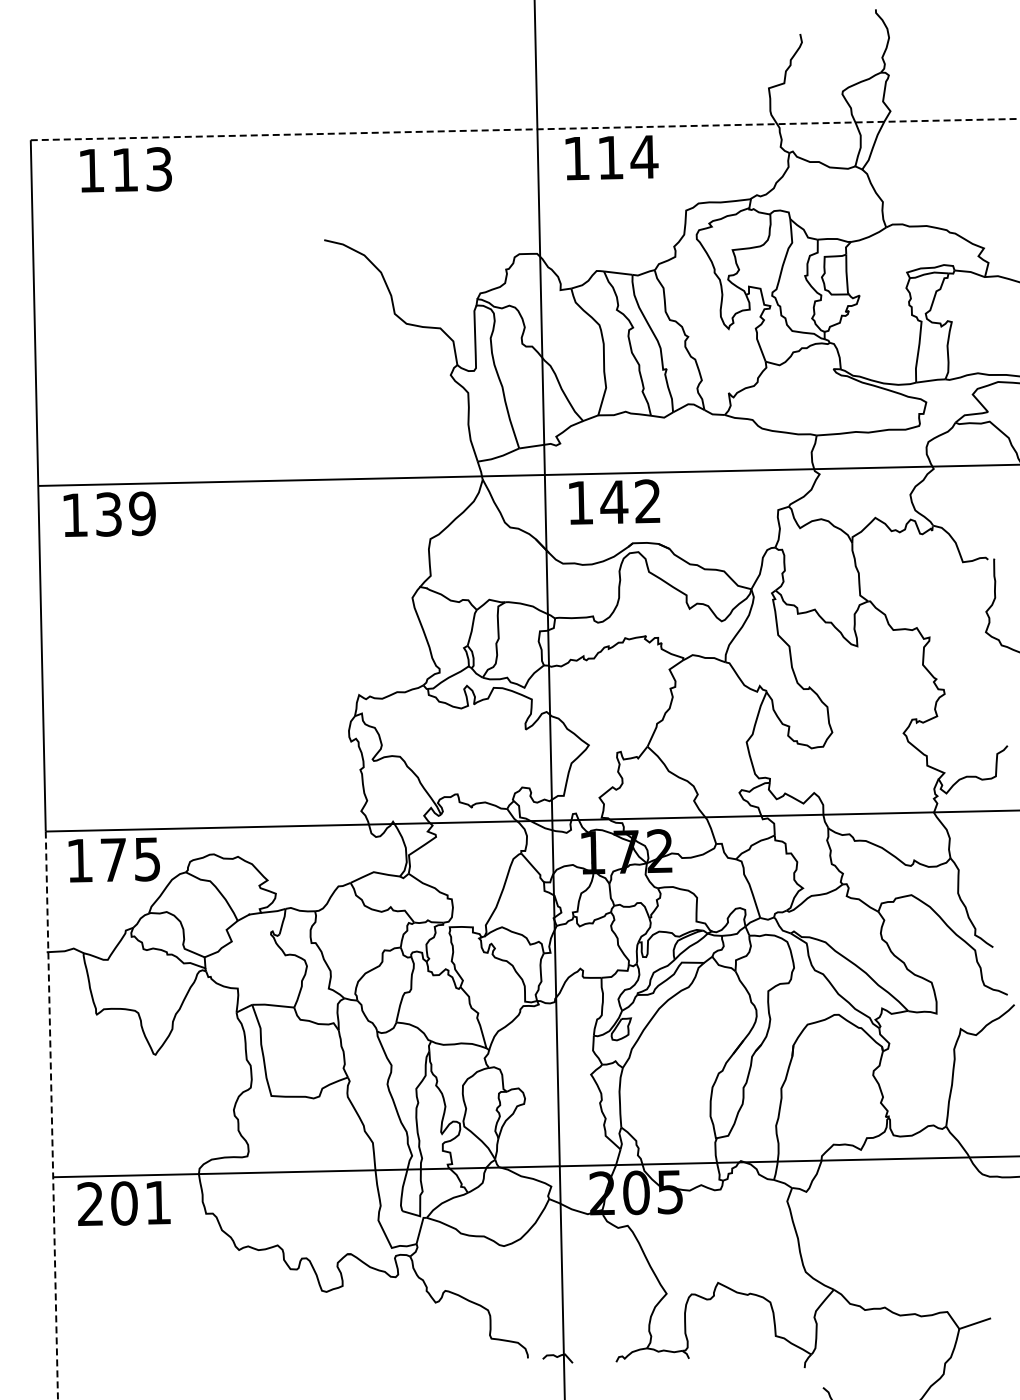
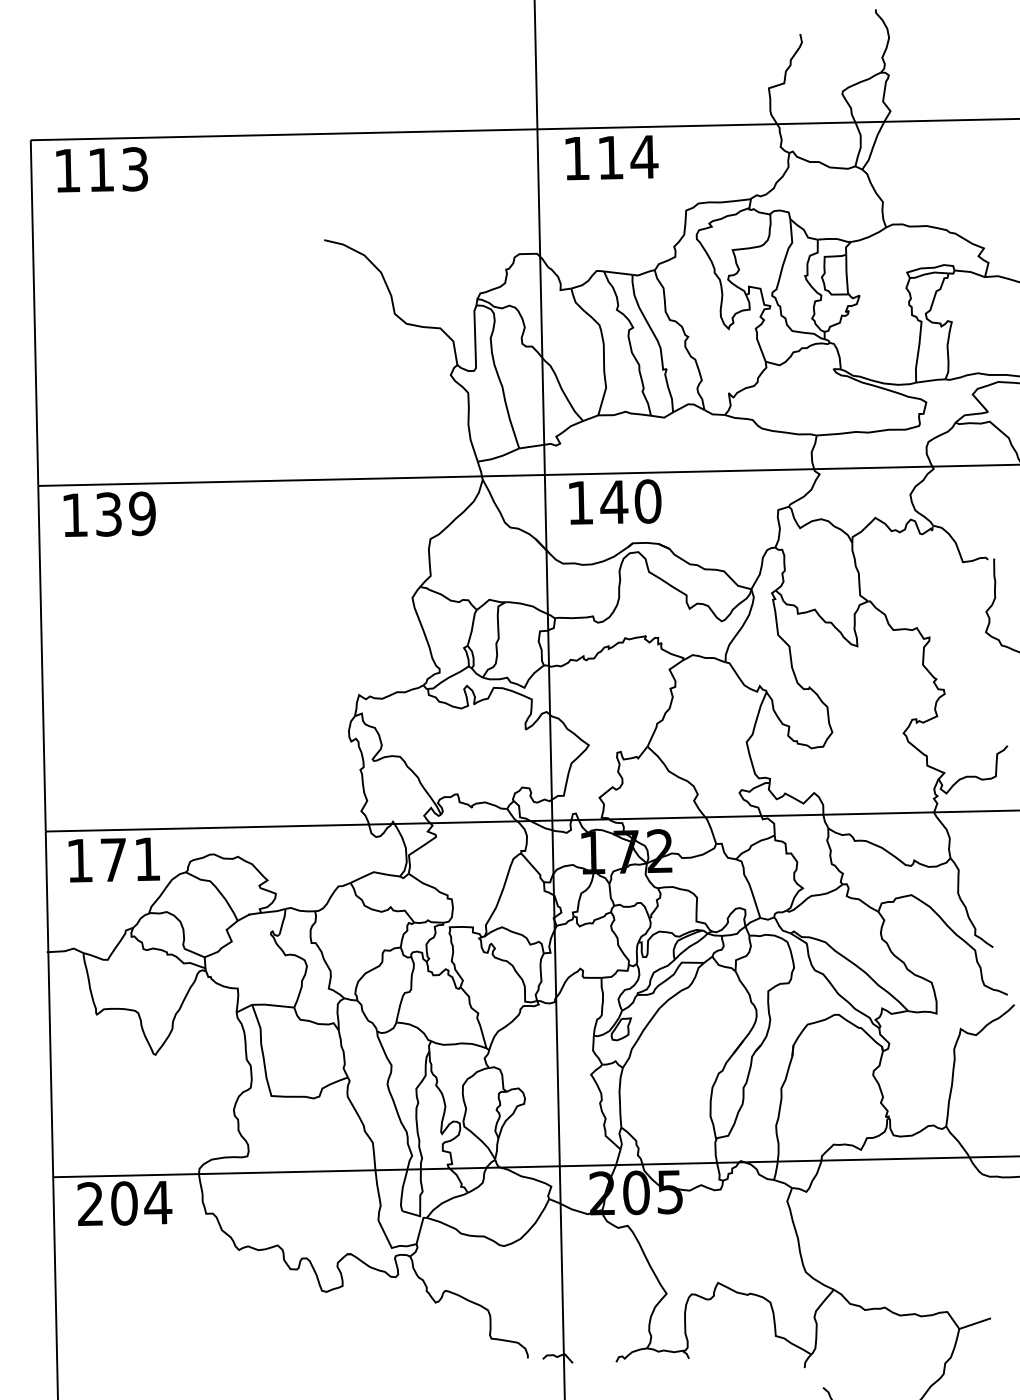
line at (525, 129): dashed -> solid
text at (125, 169) position: (125, 169) -> (101, 169)
text at (647, 501): 142 -> 140
text at (147, 859): 175 -> 171
line at (51, 1116): dashed -> solid
text at (158, 1202): 201 -> 204
